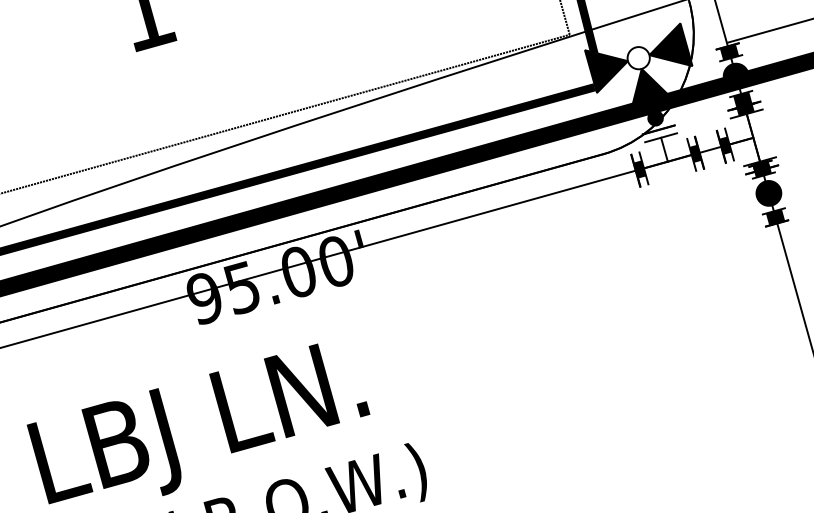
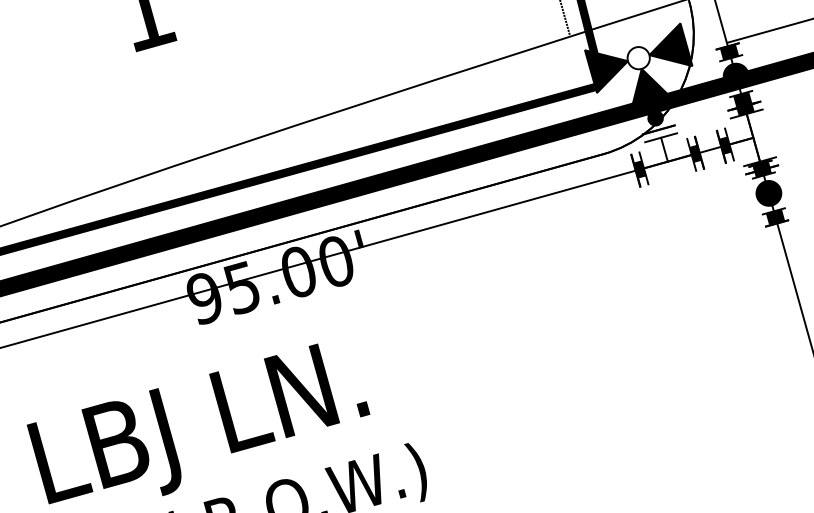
line at (285, 113): present -> none
